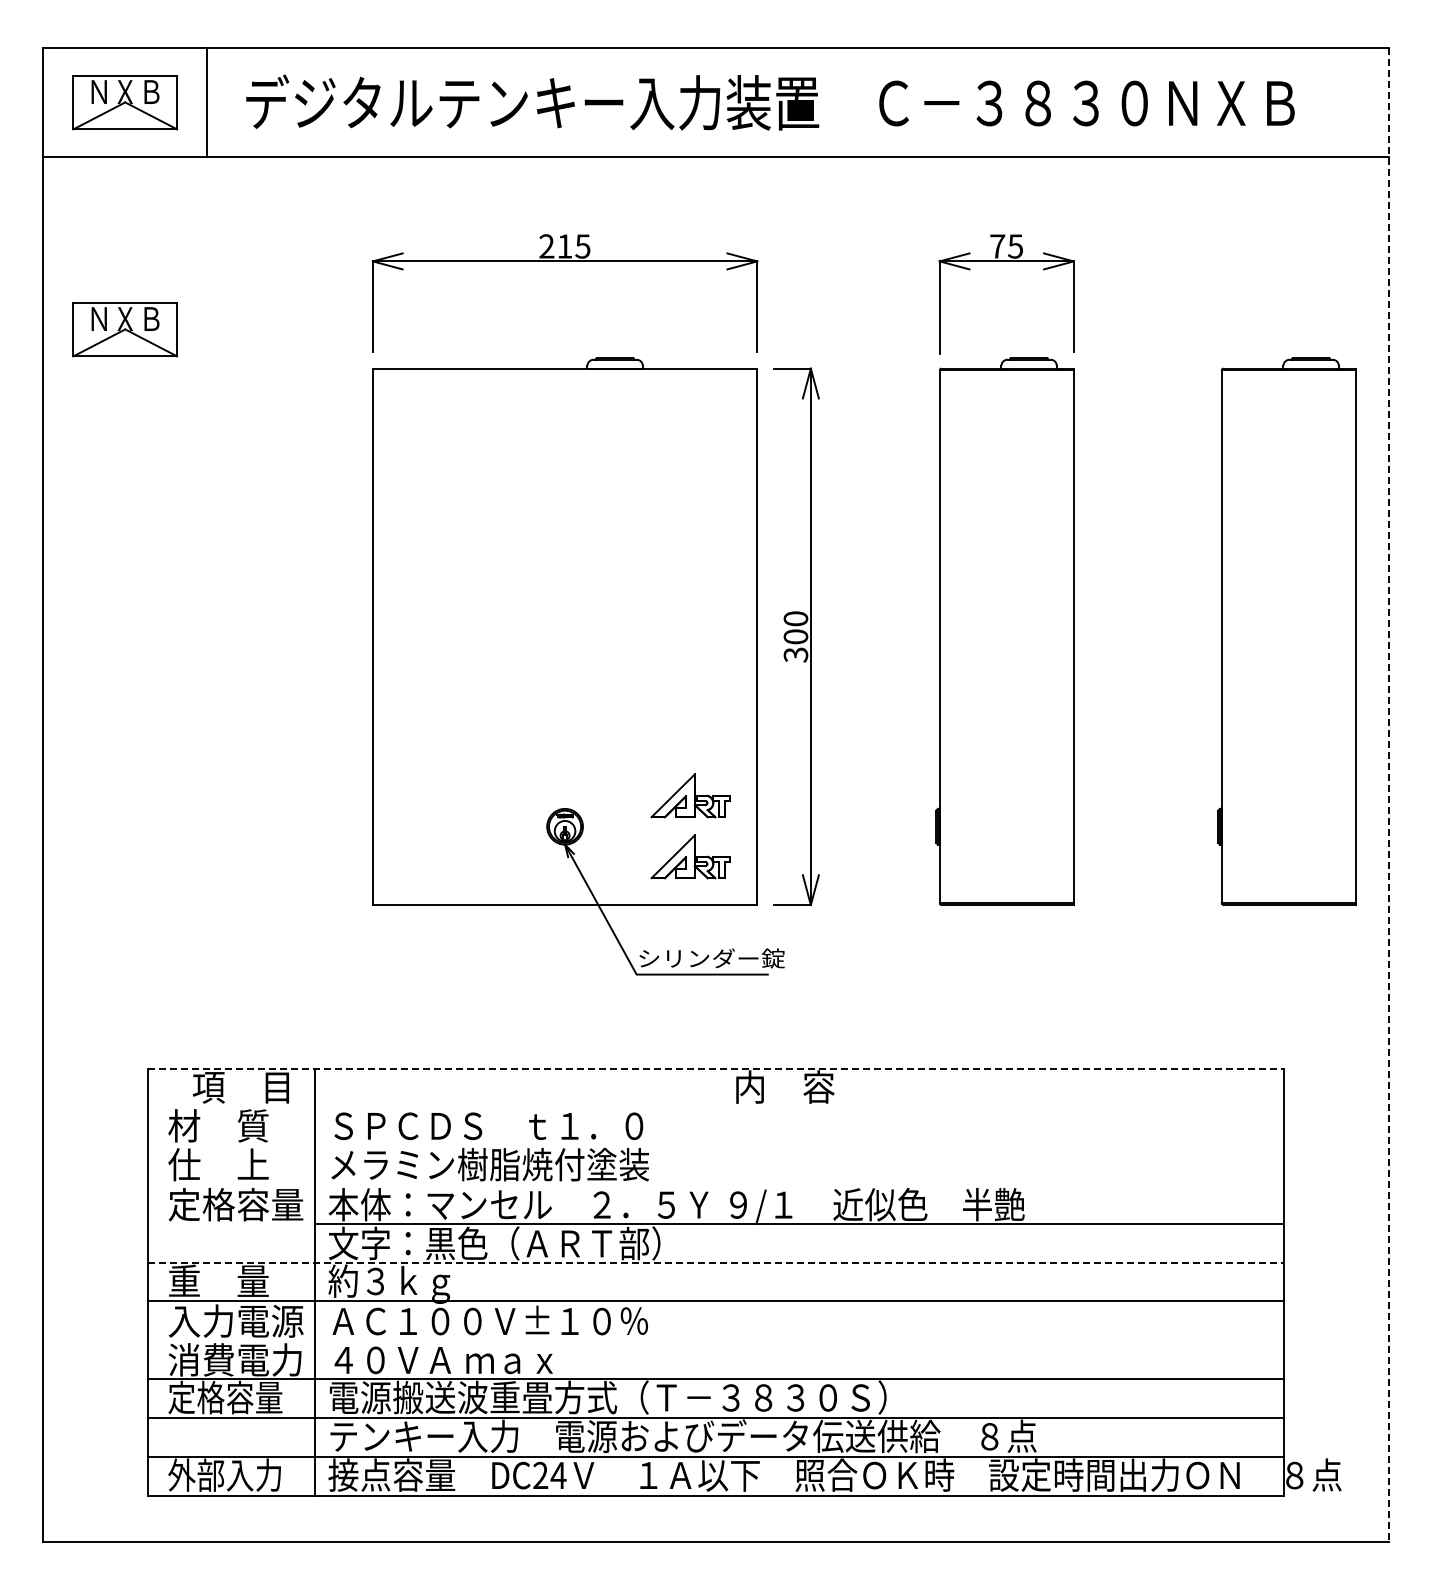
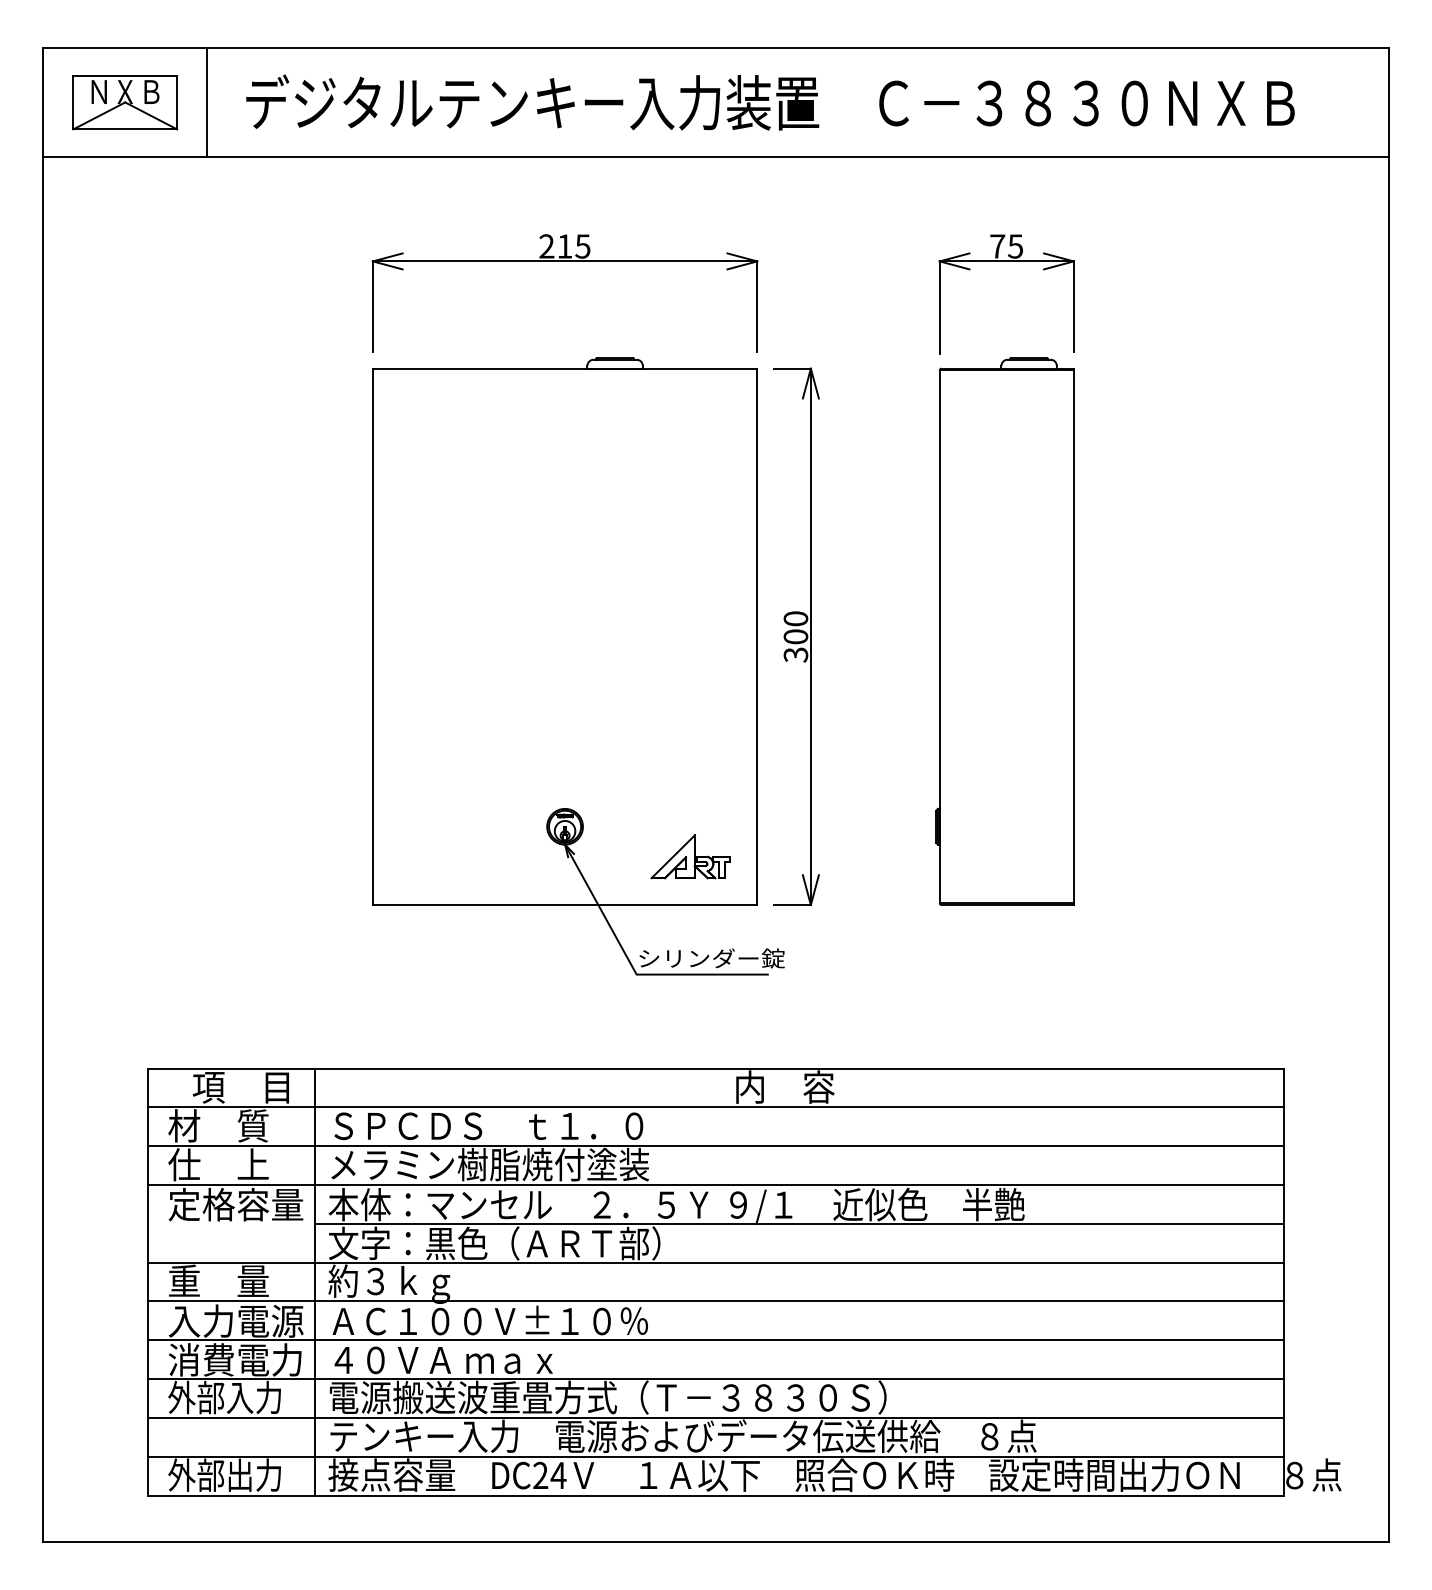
part at (125, 329): present -> none
part at (1286, 631): present -> none
part at (690, 795): present -> none
line at (1388, 795): dashed -> solid
line at (716, 1068): dashed -> solid
line at (715, 1107): none -> present
line at (715, 1146): none -> present
line at (715, 1185): none -> present
line at (716, 1262): dashed -> solid
line at (715, 1340): none -> present
text at (225, 1397): 定格容量 -> 外部入力
text at (239, 1474): 外部入力 -> 外部出力
